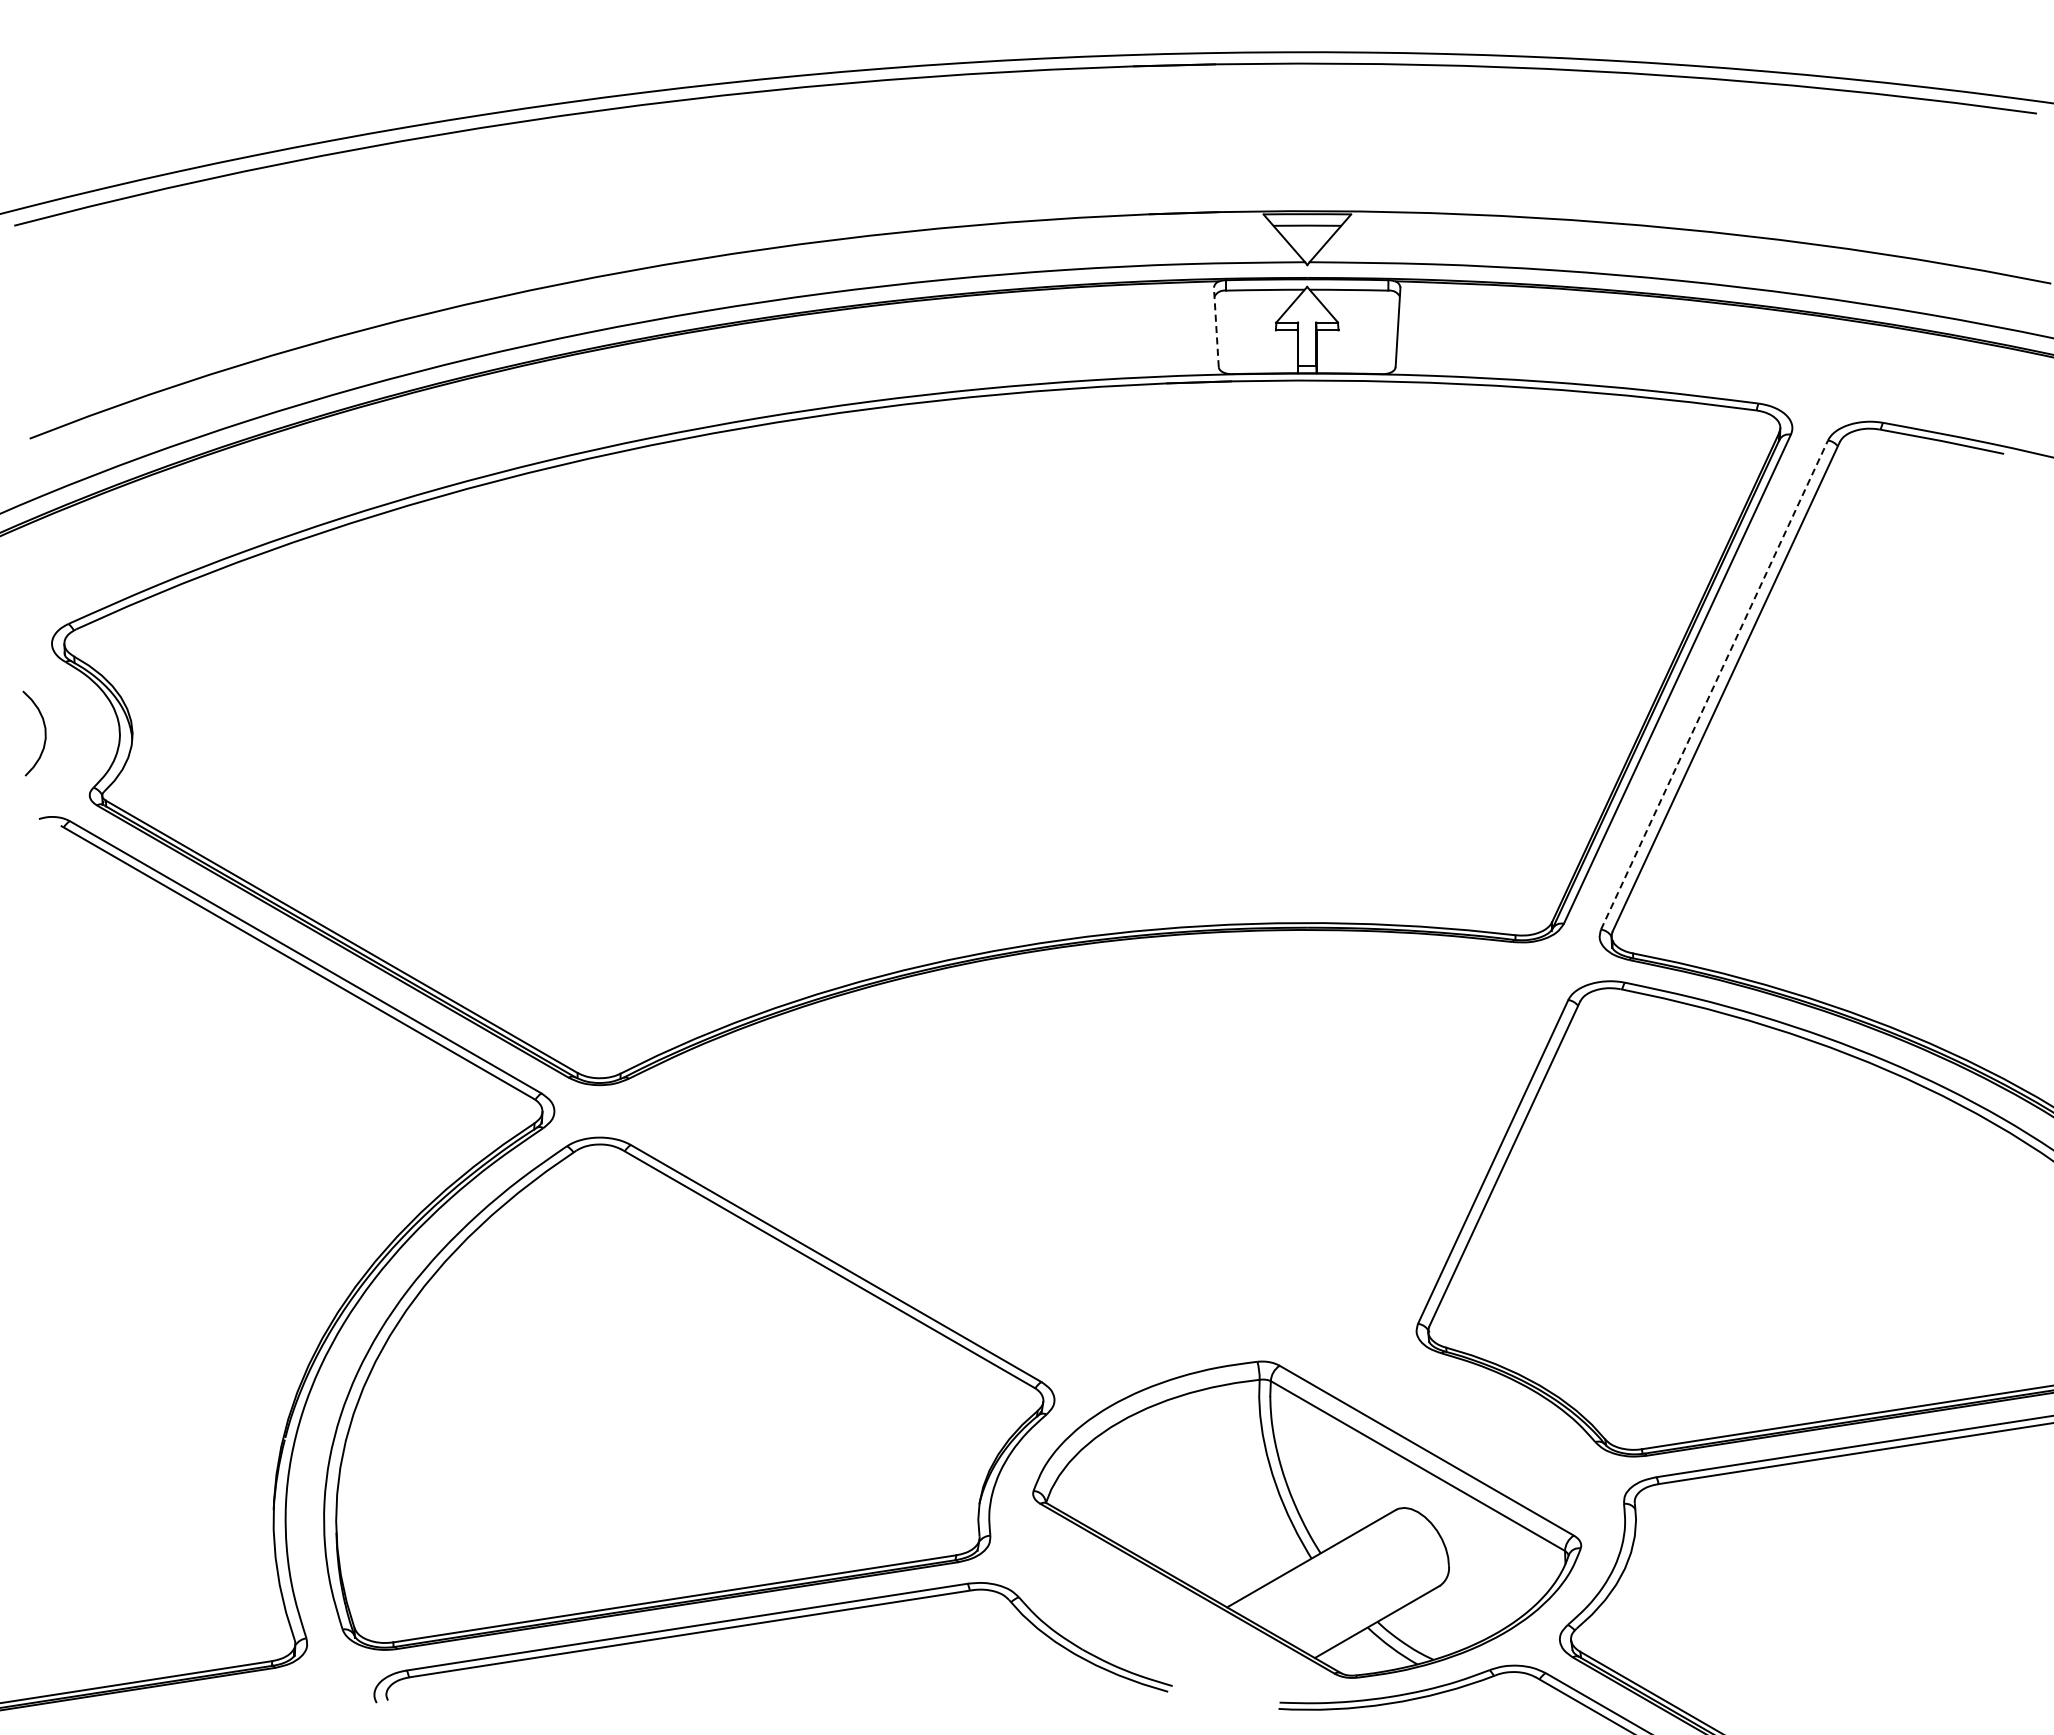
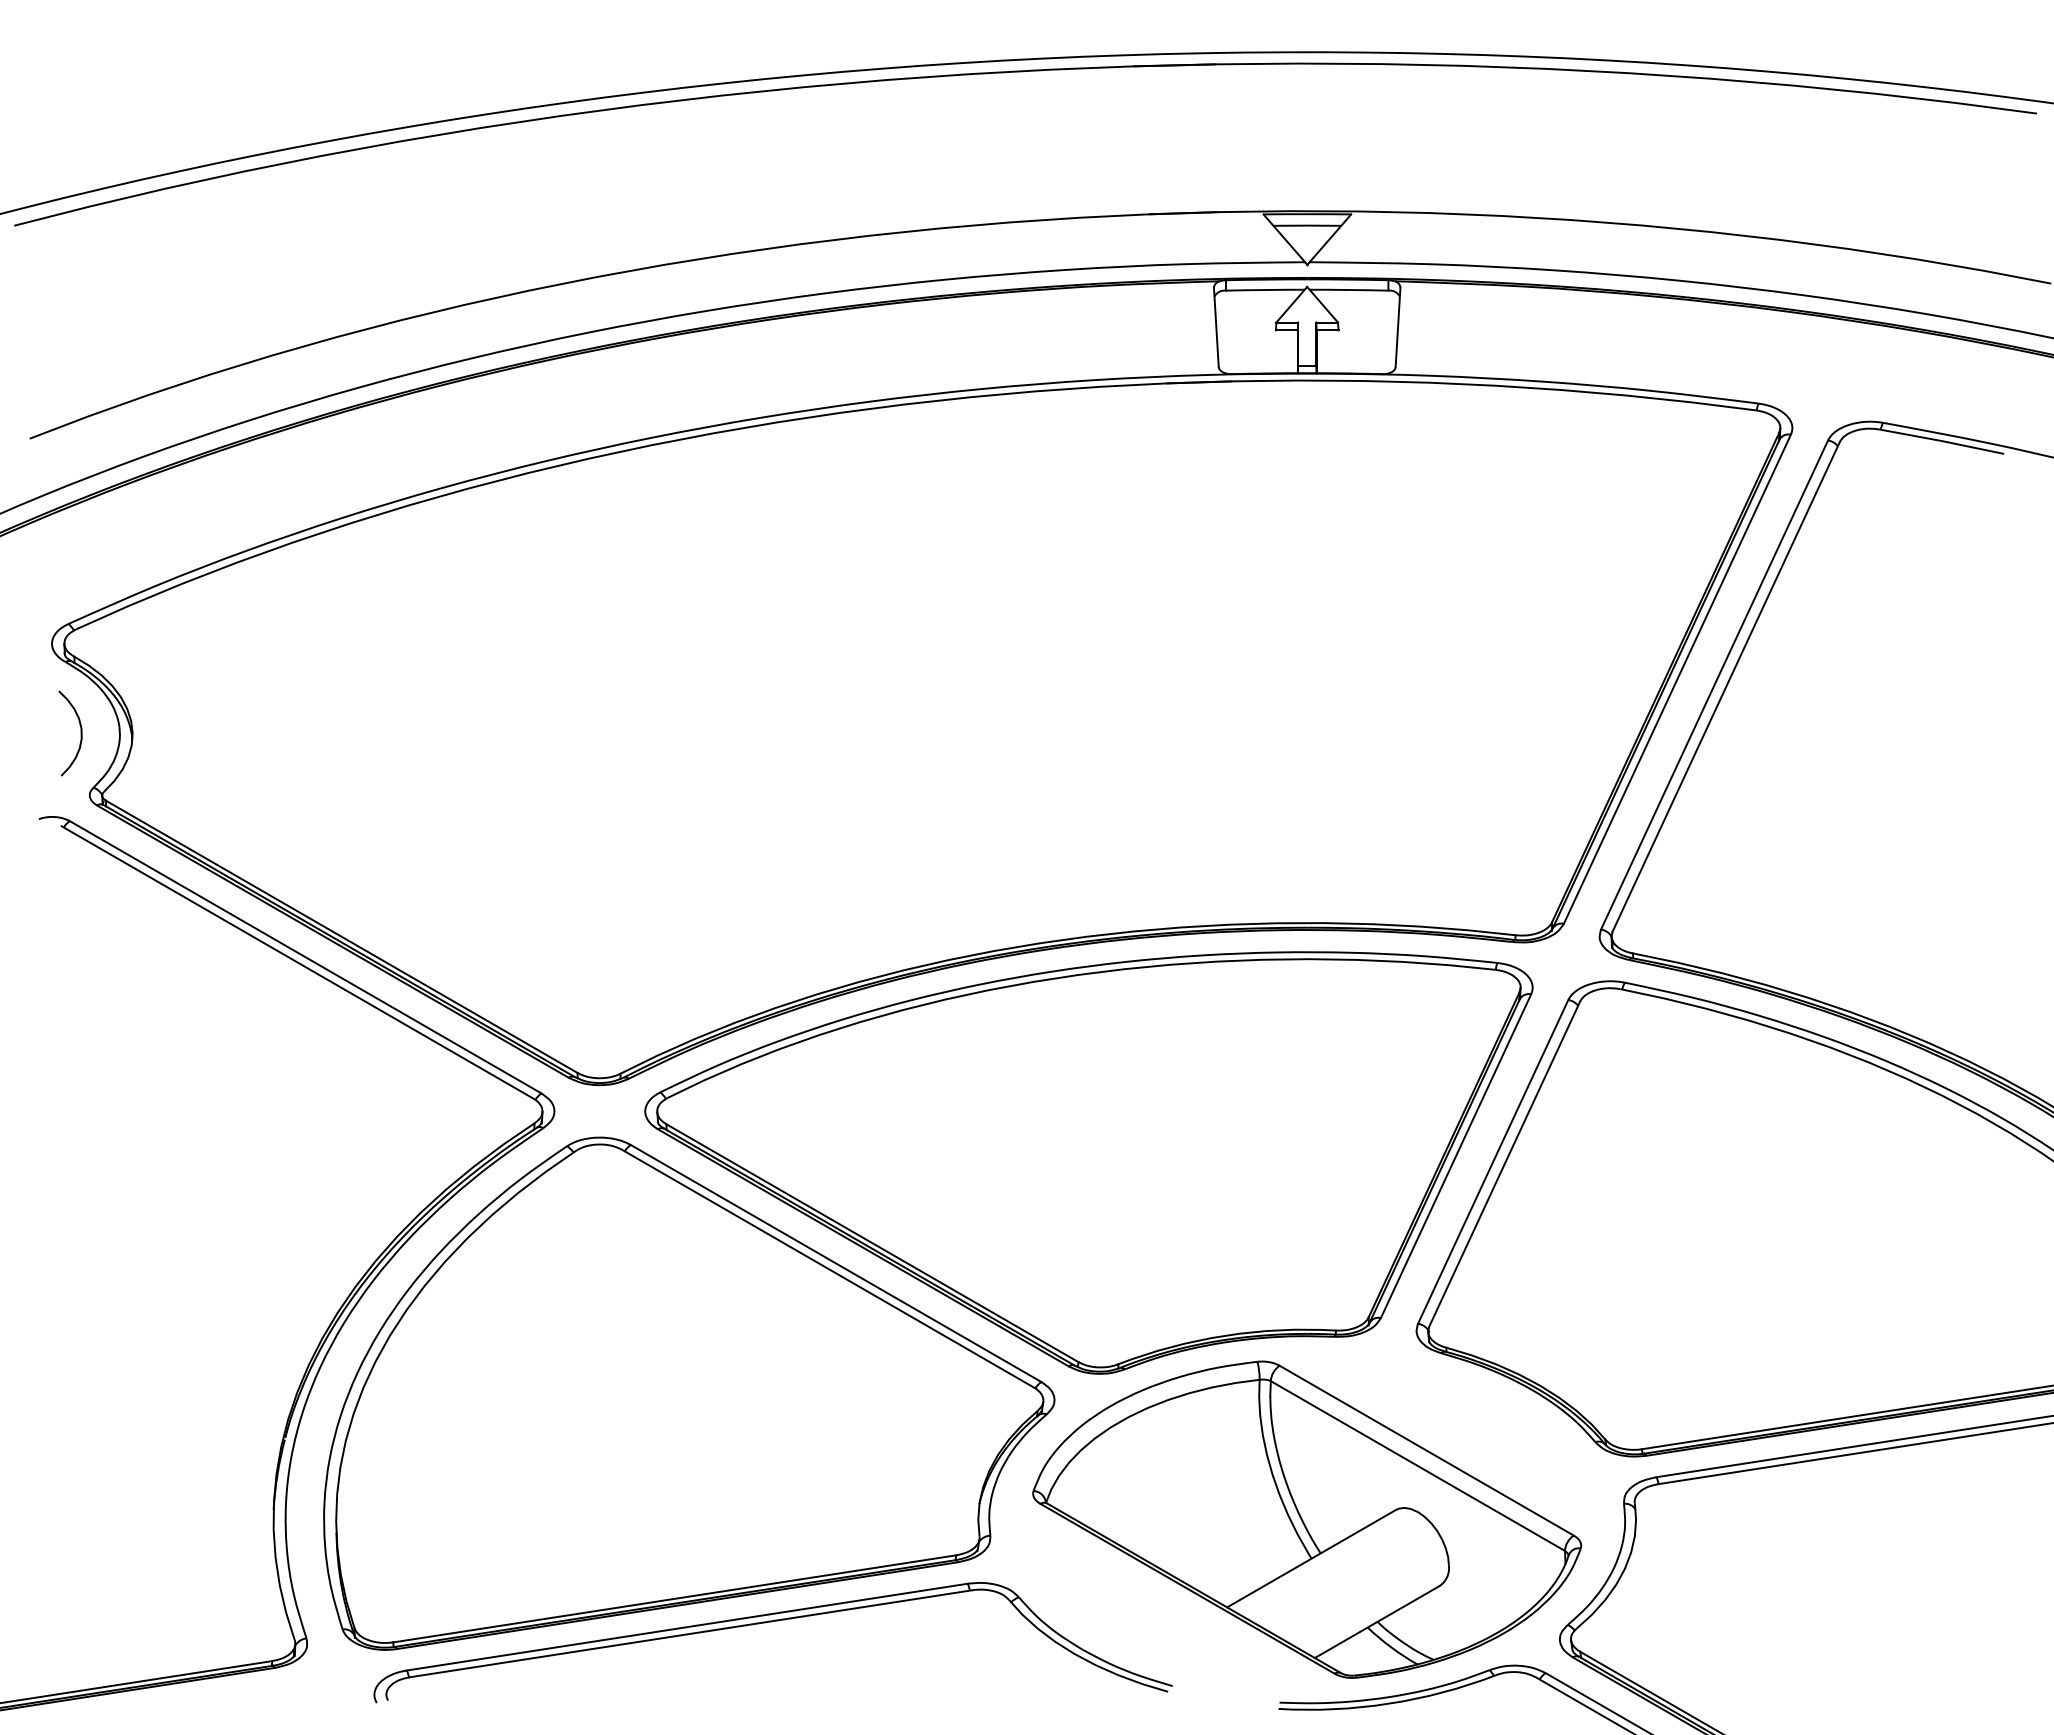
line at (1216, 327): dashed -> solid
line at (1714, 685): dashed -> solid
curve at (44, 733) position: (44, 733) -> (80, 733)
part at (1088, 1162): none -> present
